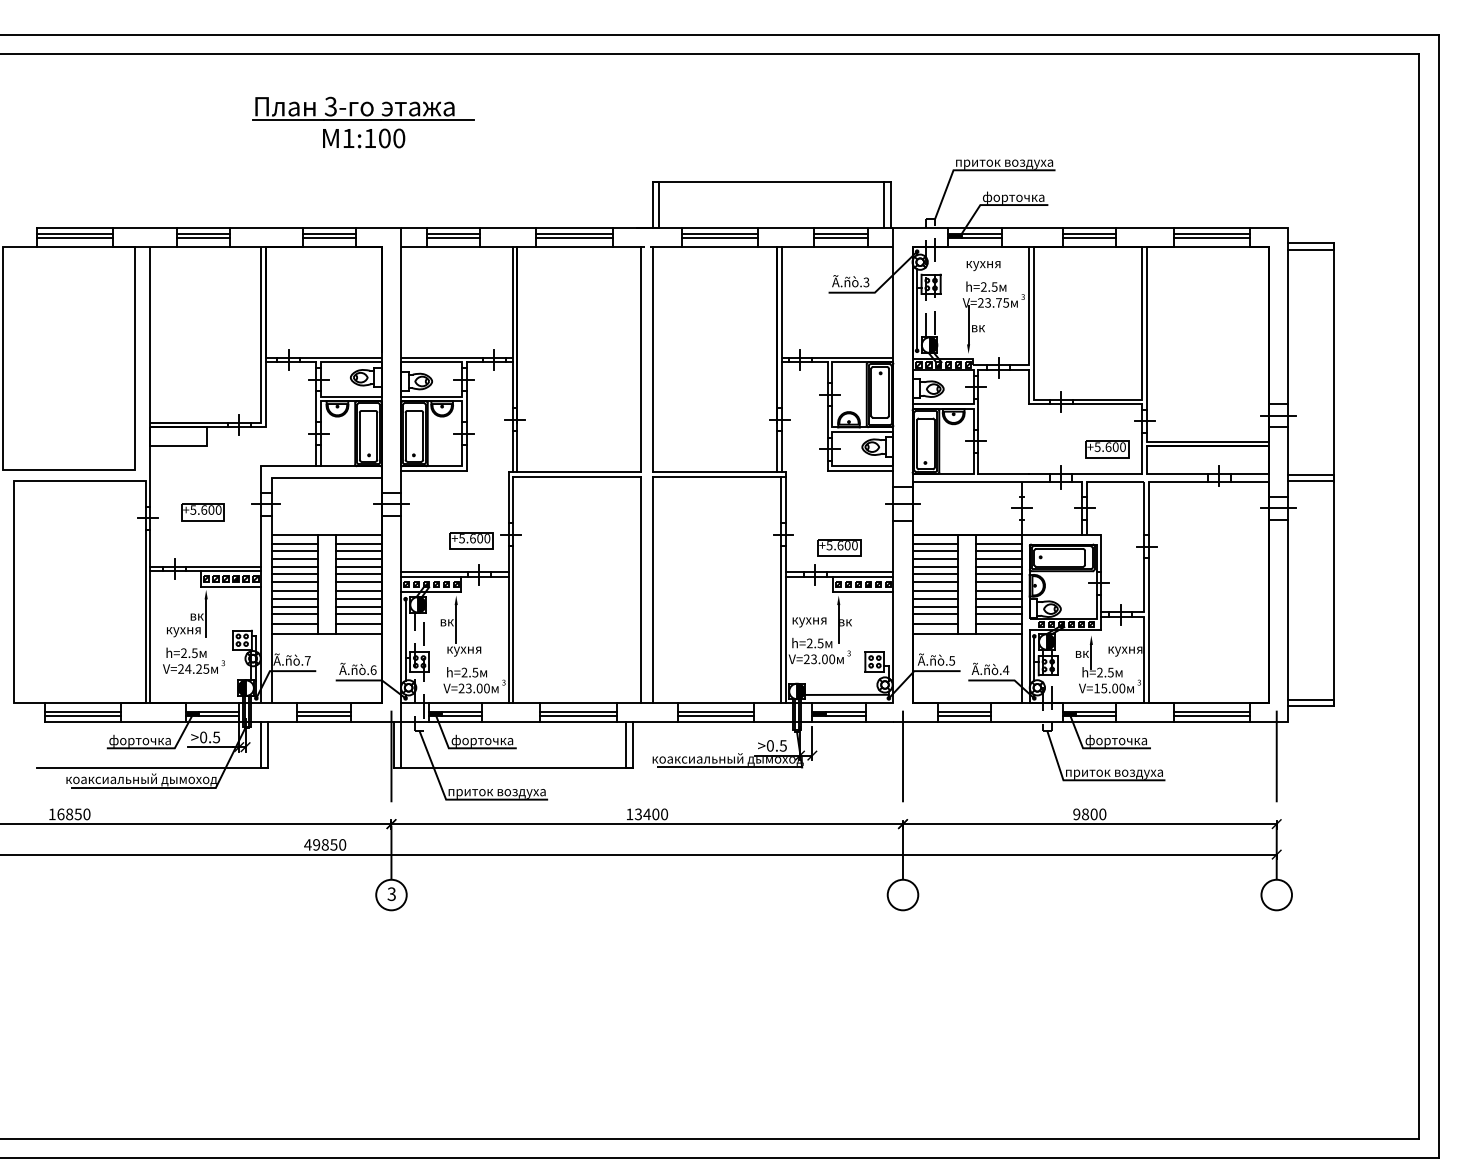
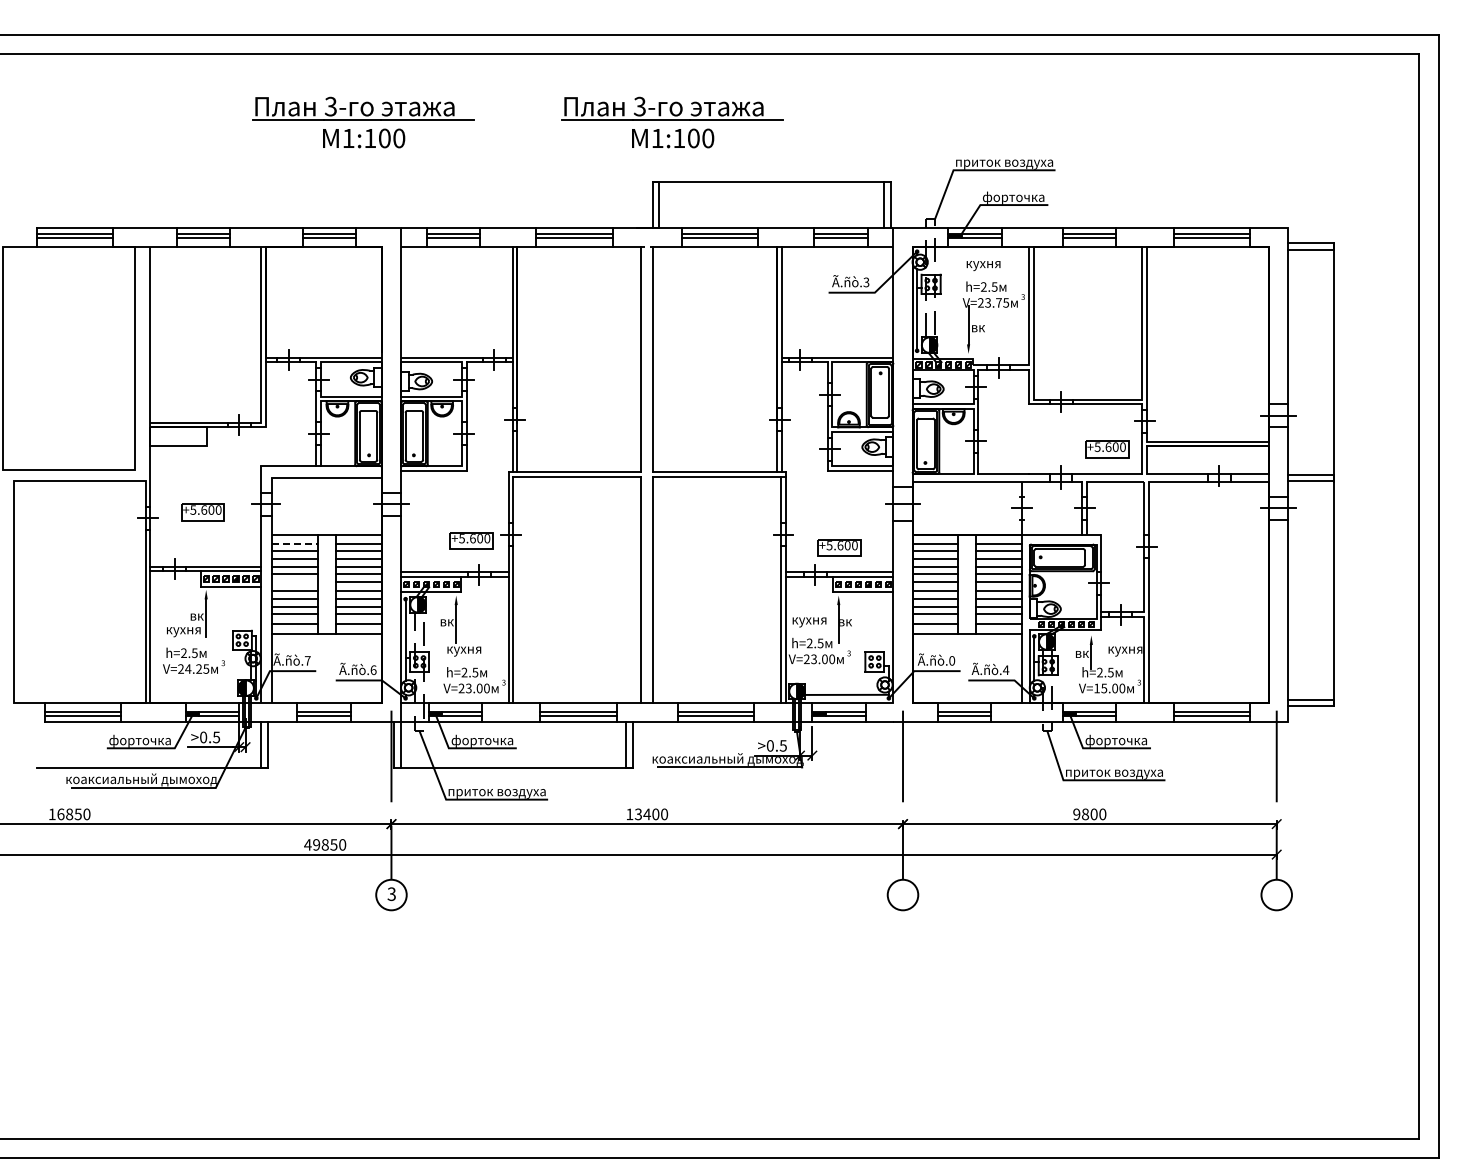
part at (672, 122): none -> present
line at (295, 543): solid -> dashed
line at (295, 581): present -> none
text at (952, 660): Ã.ñò.5 -> Ã.ñò.0
